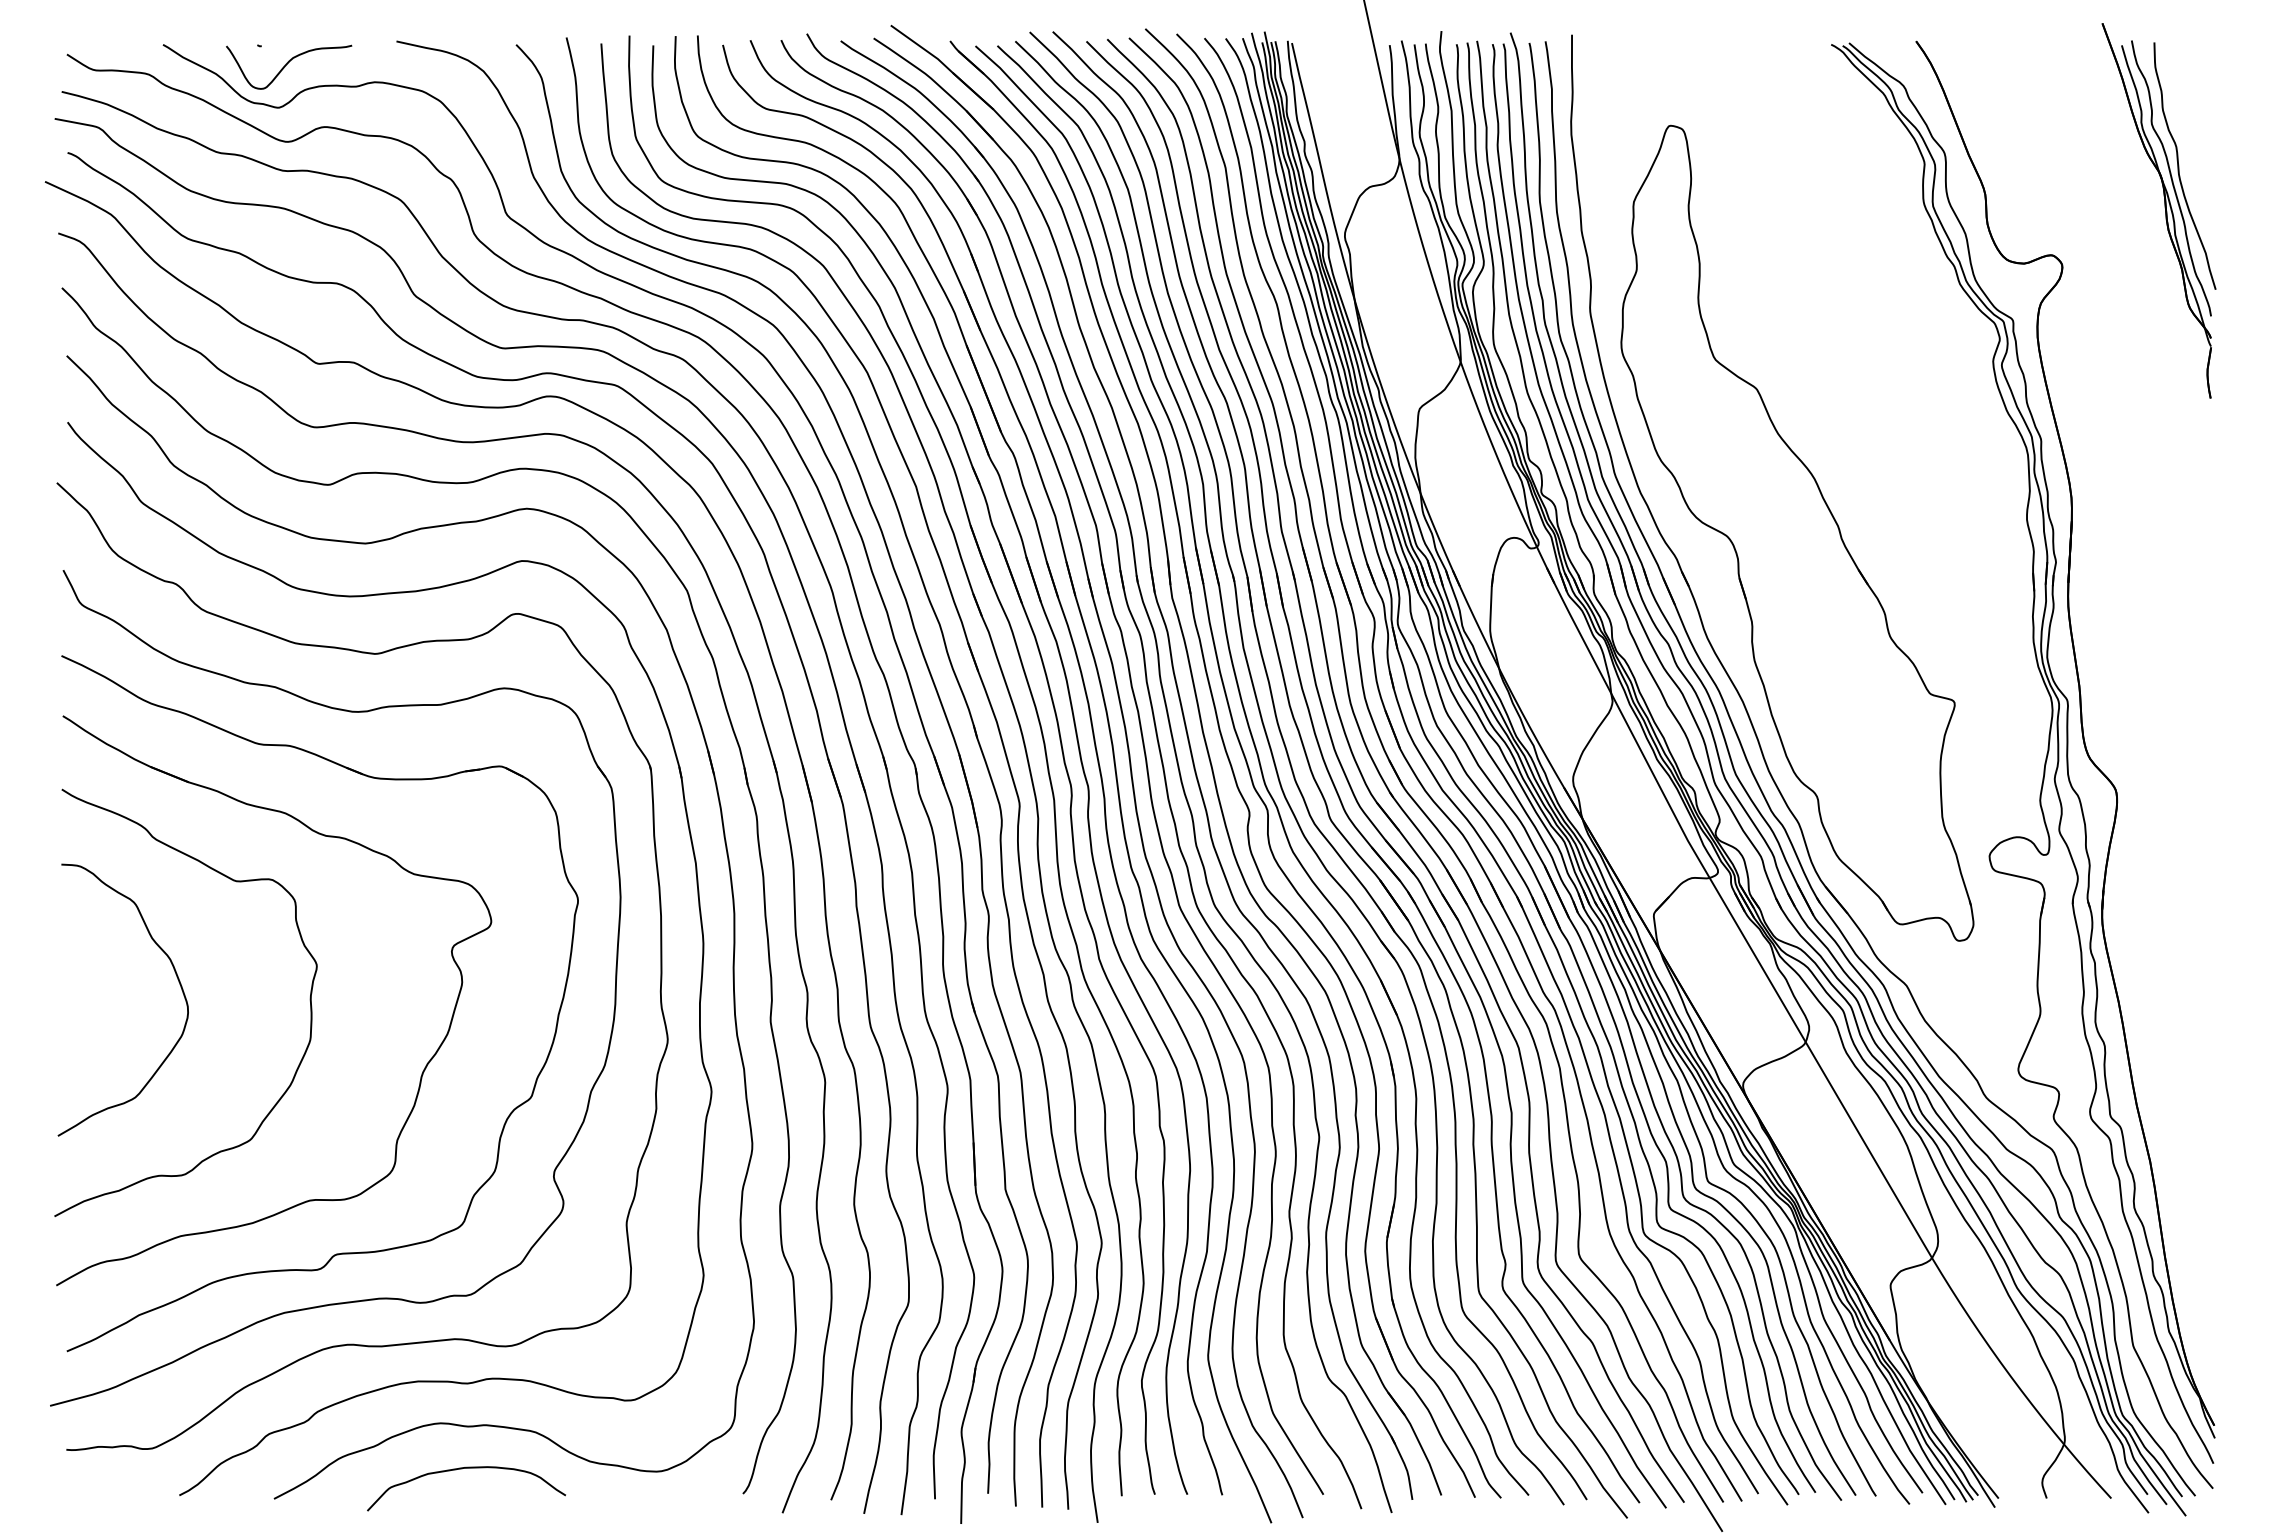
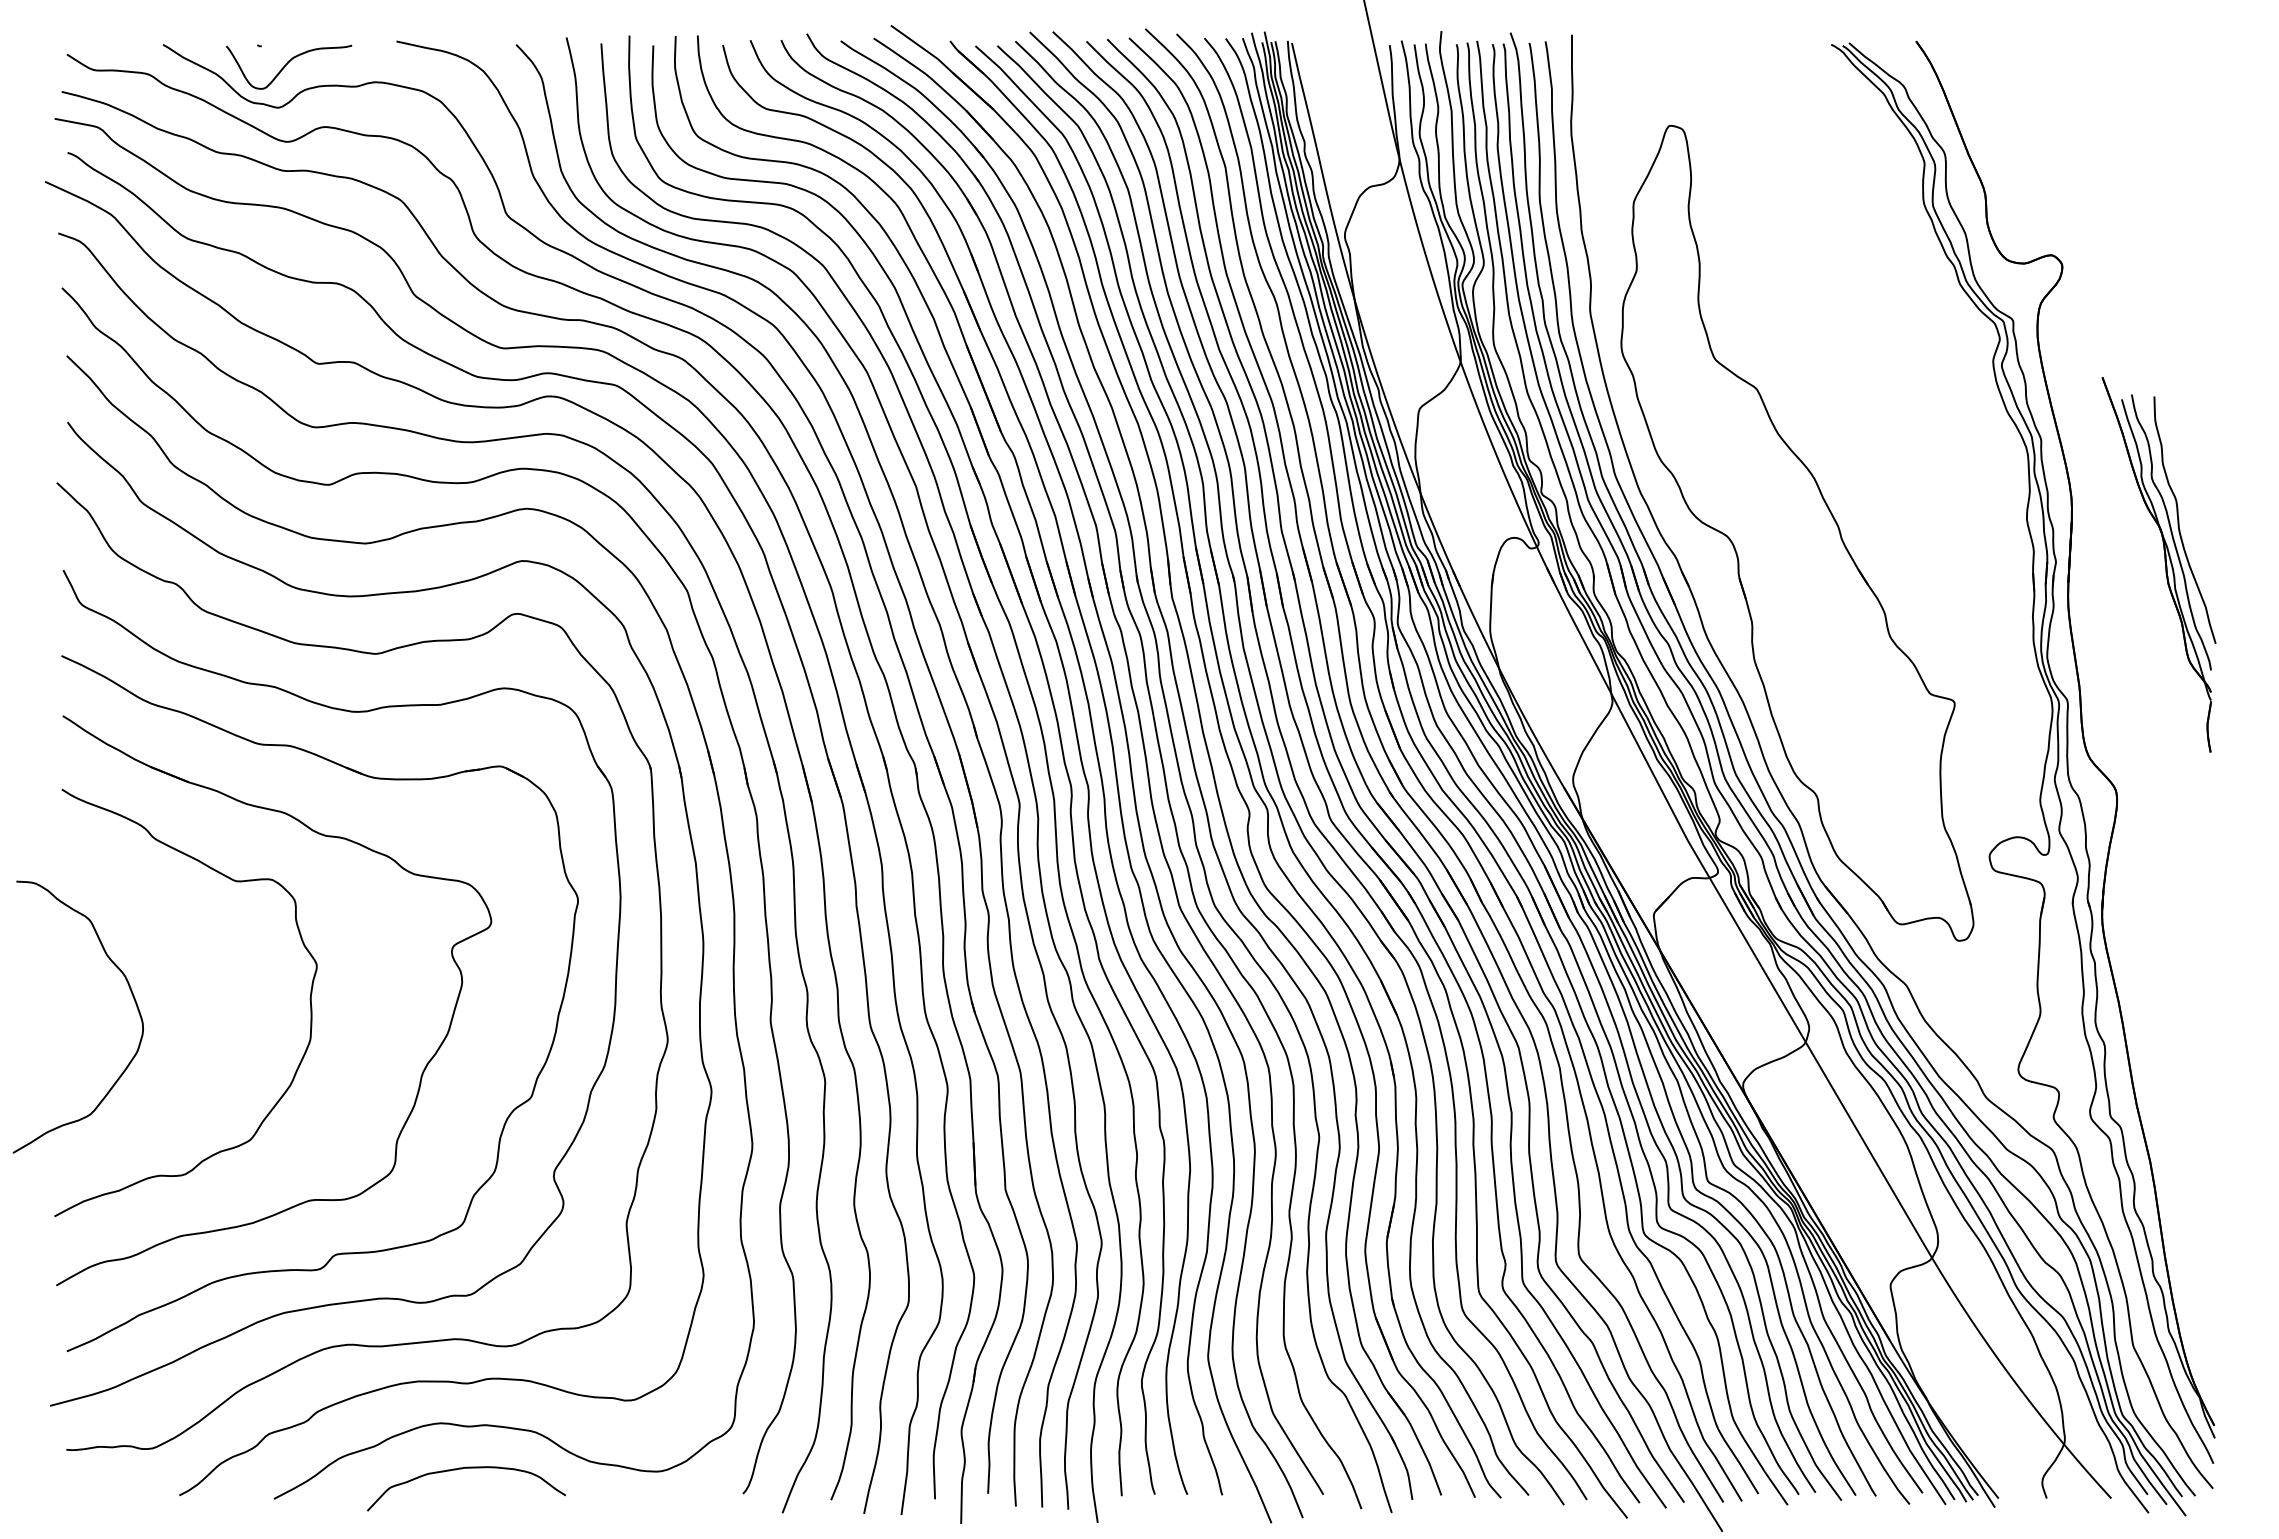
part at (2164, 207) position: (2164, 207) -> (2164, 561)
curve at (176, 977) position: (176, 977) -> (131, 994)
